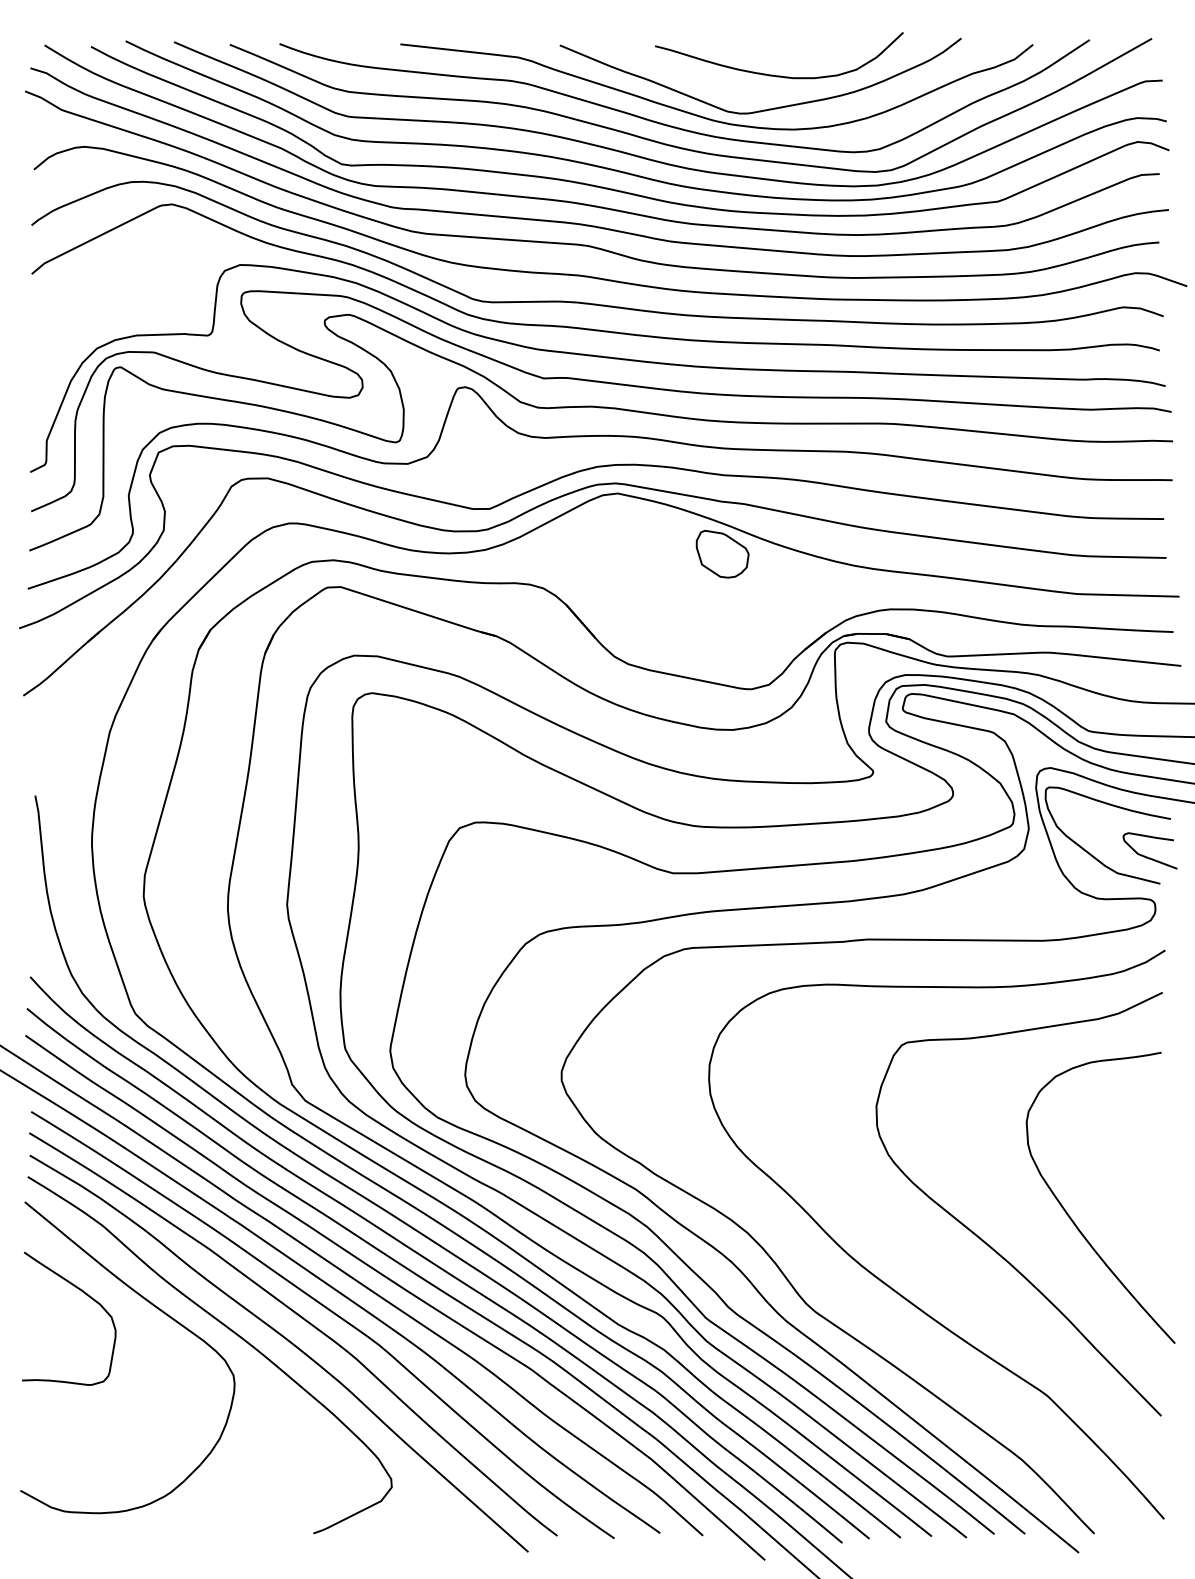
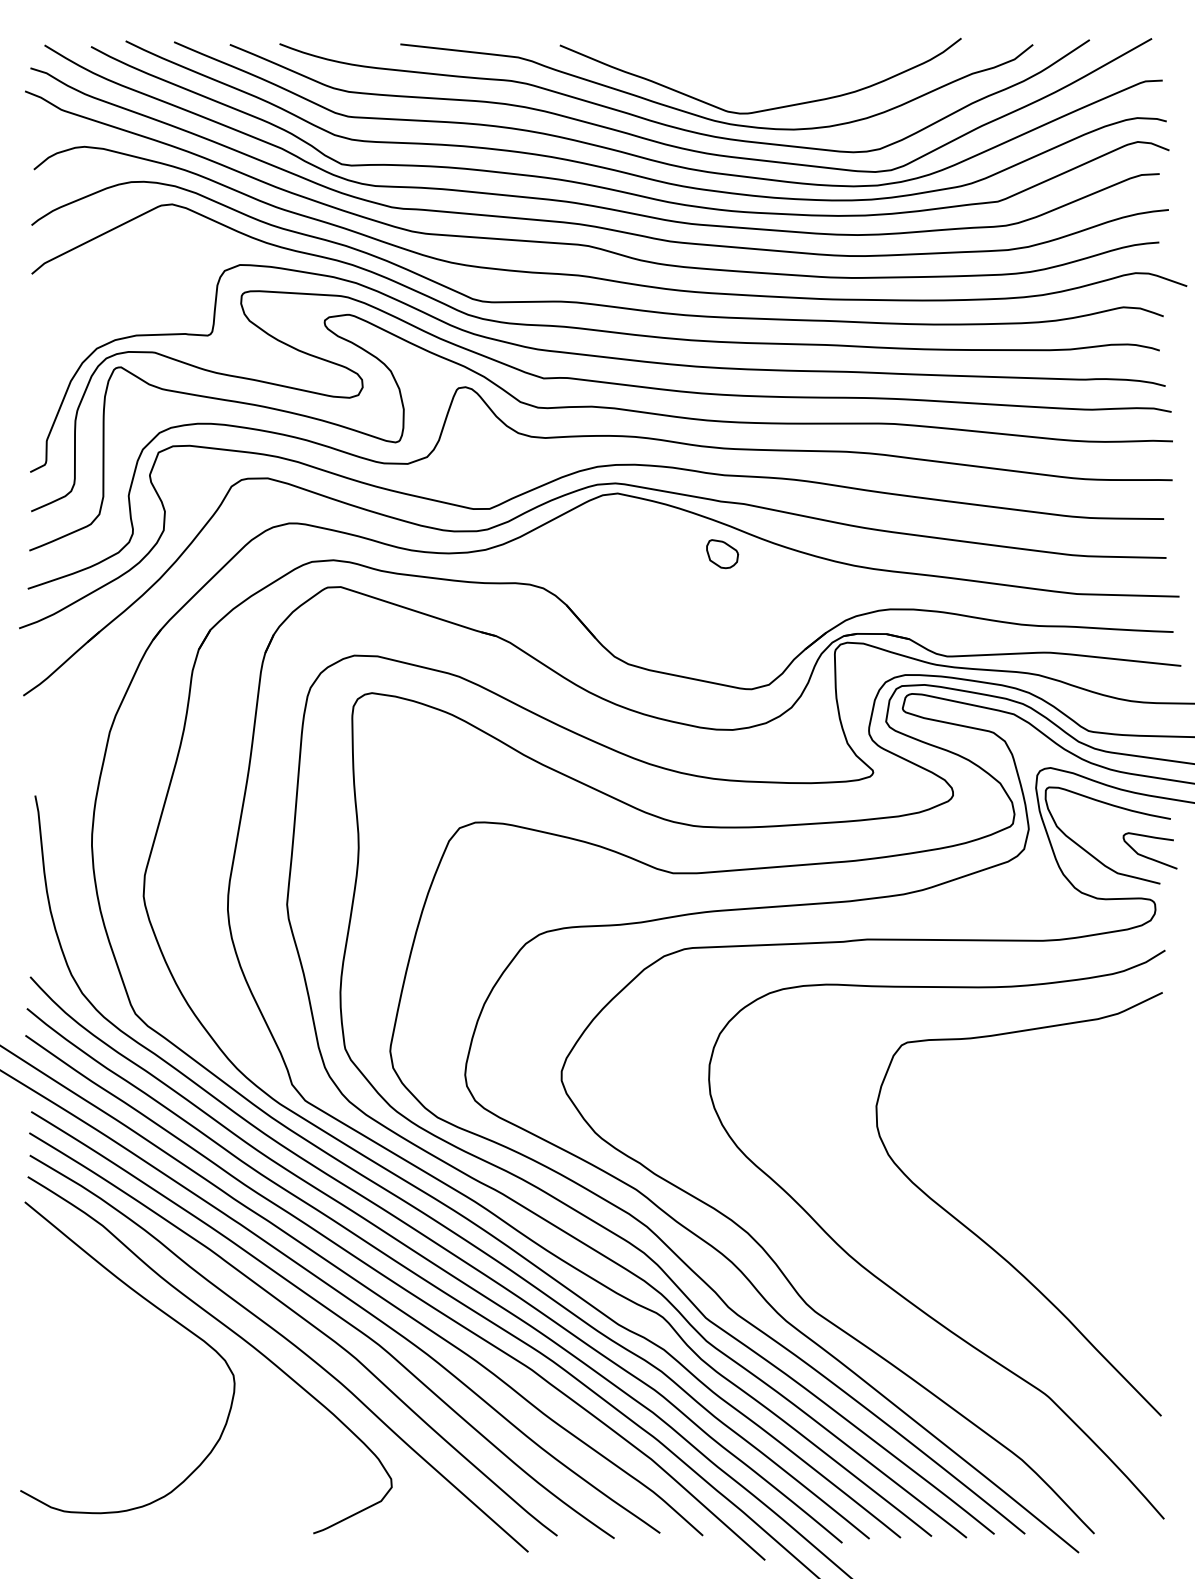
curve at (773, 74): present -> none
part at (722, 553) size: 55x50 px -> 34x31 px
curve at (1071, 1217): present -> none
curve at (87, 1296): present -> none
